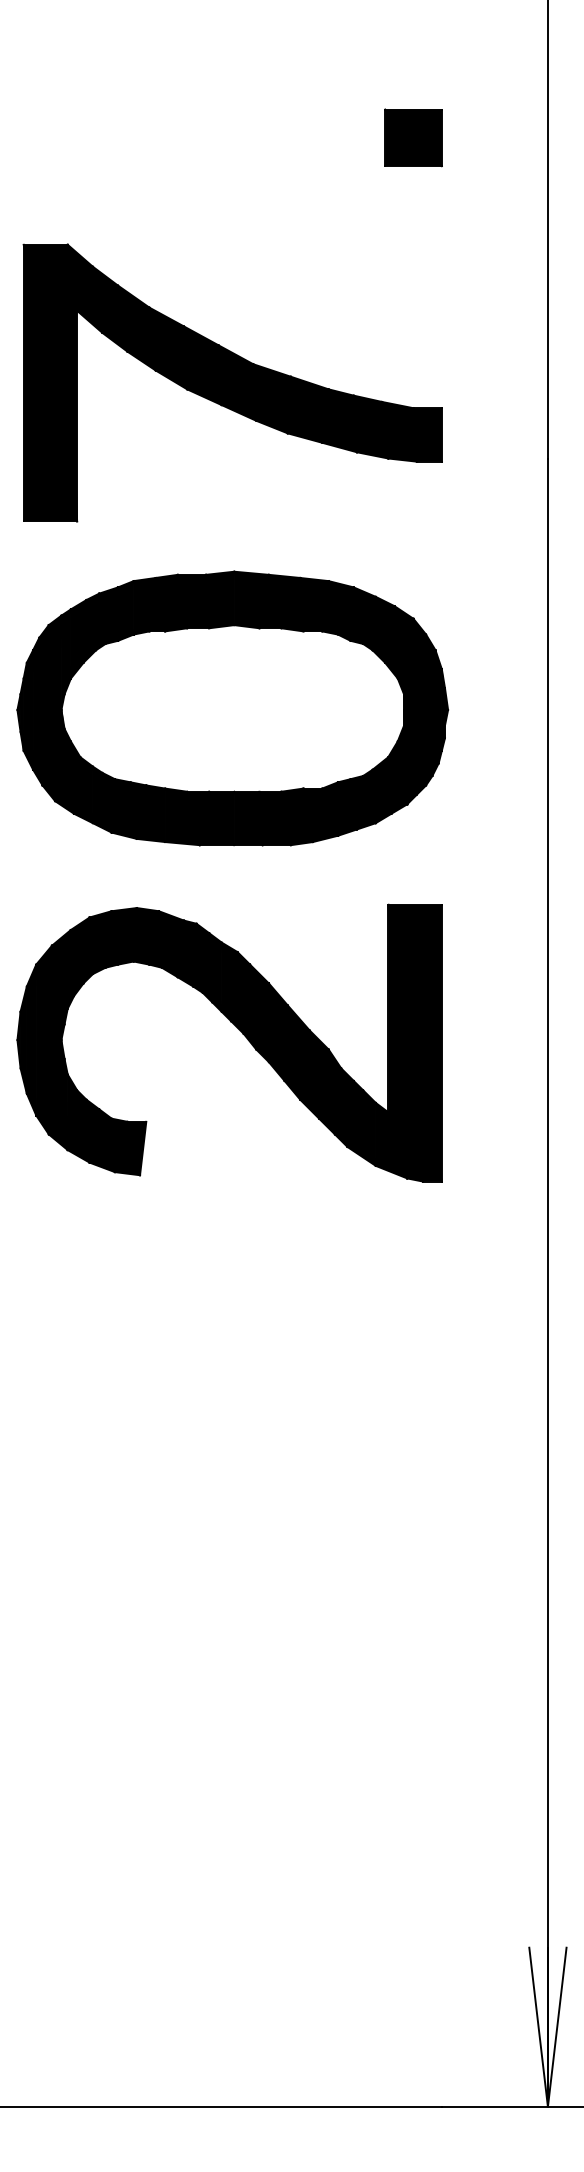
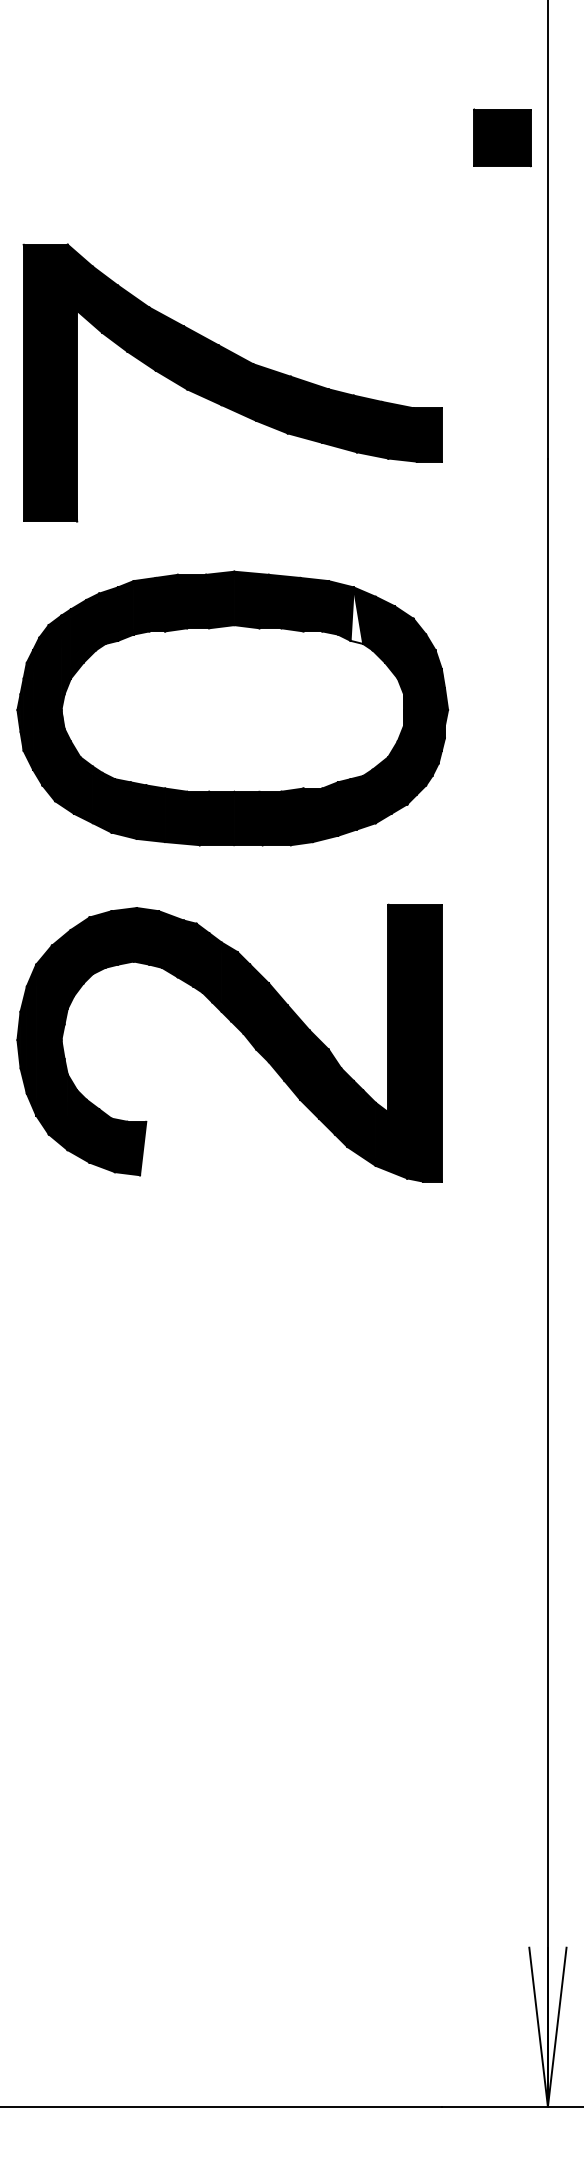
part at (413, 137) position: (413, 137) -> (502, 137)
fill at (356, 615): present -> none
